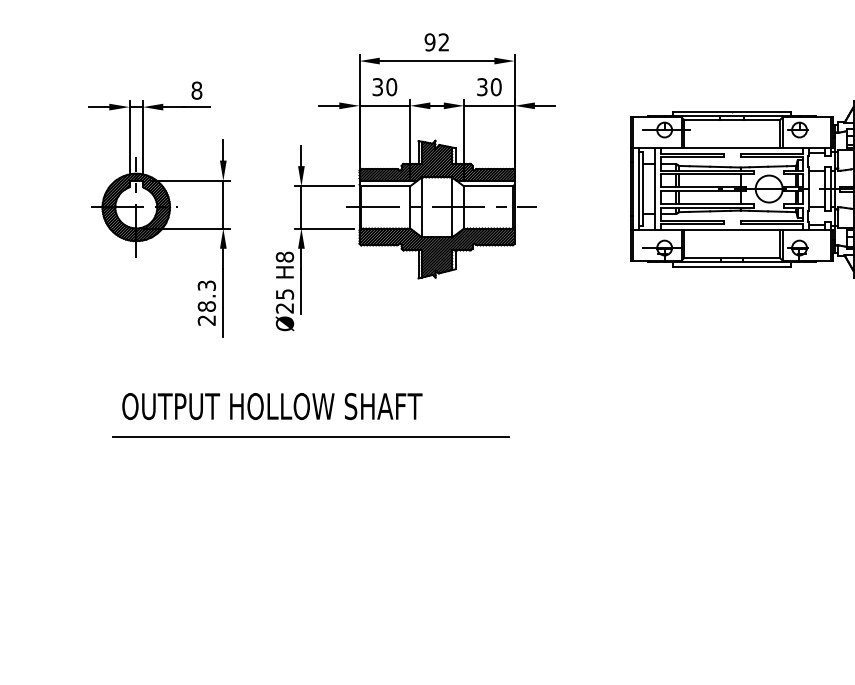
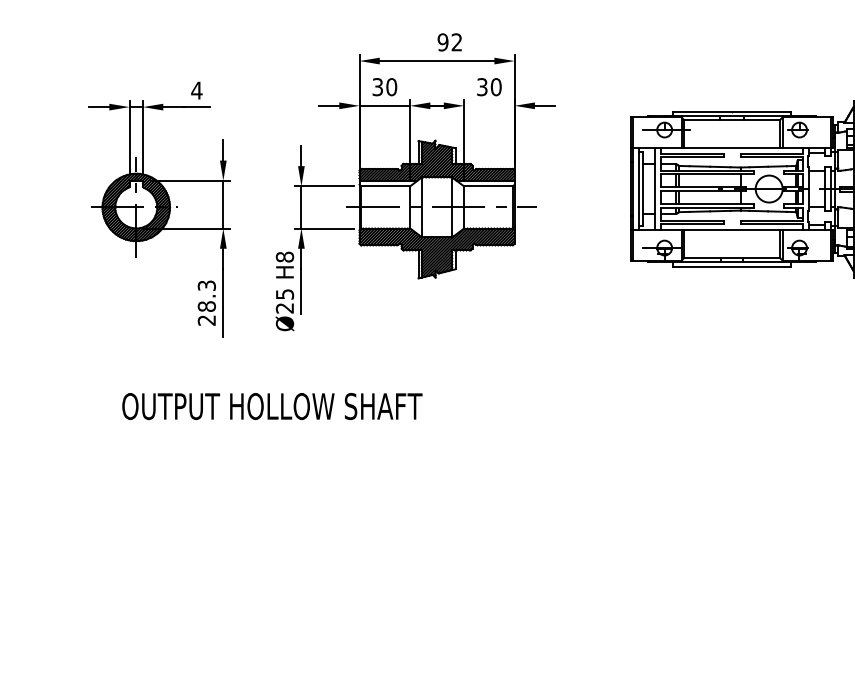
text at (436, 42) position: (436, 42) -> (449, 42)
text at (196, 90): 8 -> 4
line at (489, 105): present -> none
line at (310, 437): present -> none
